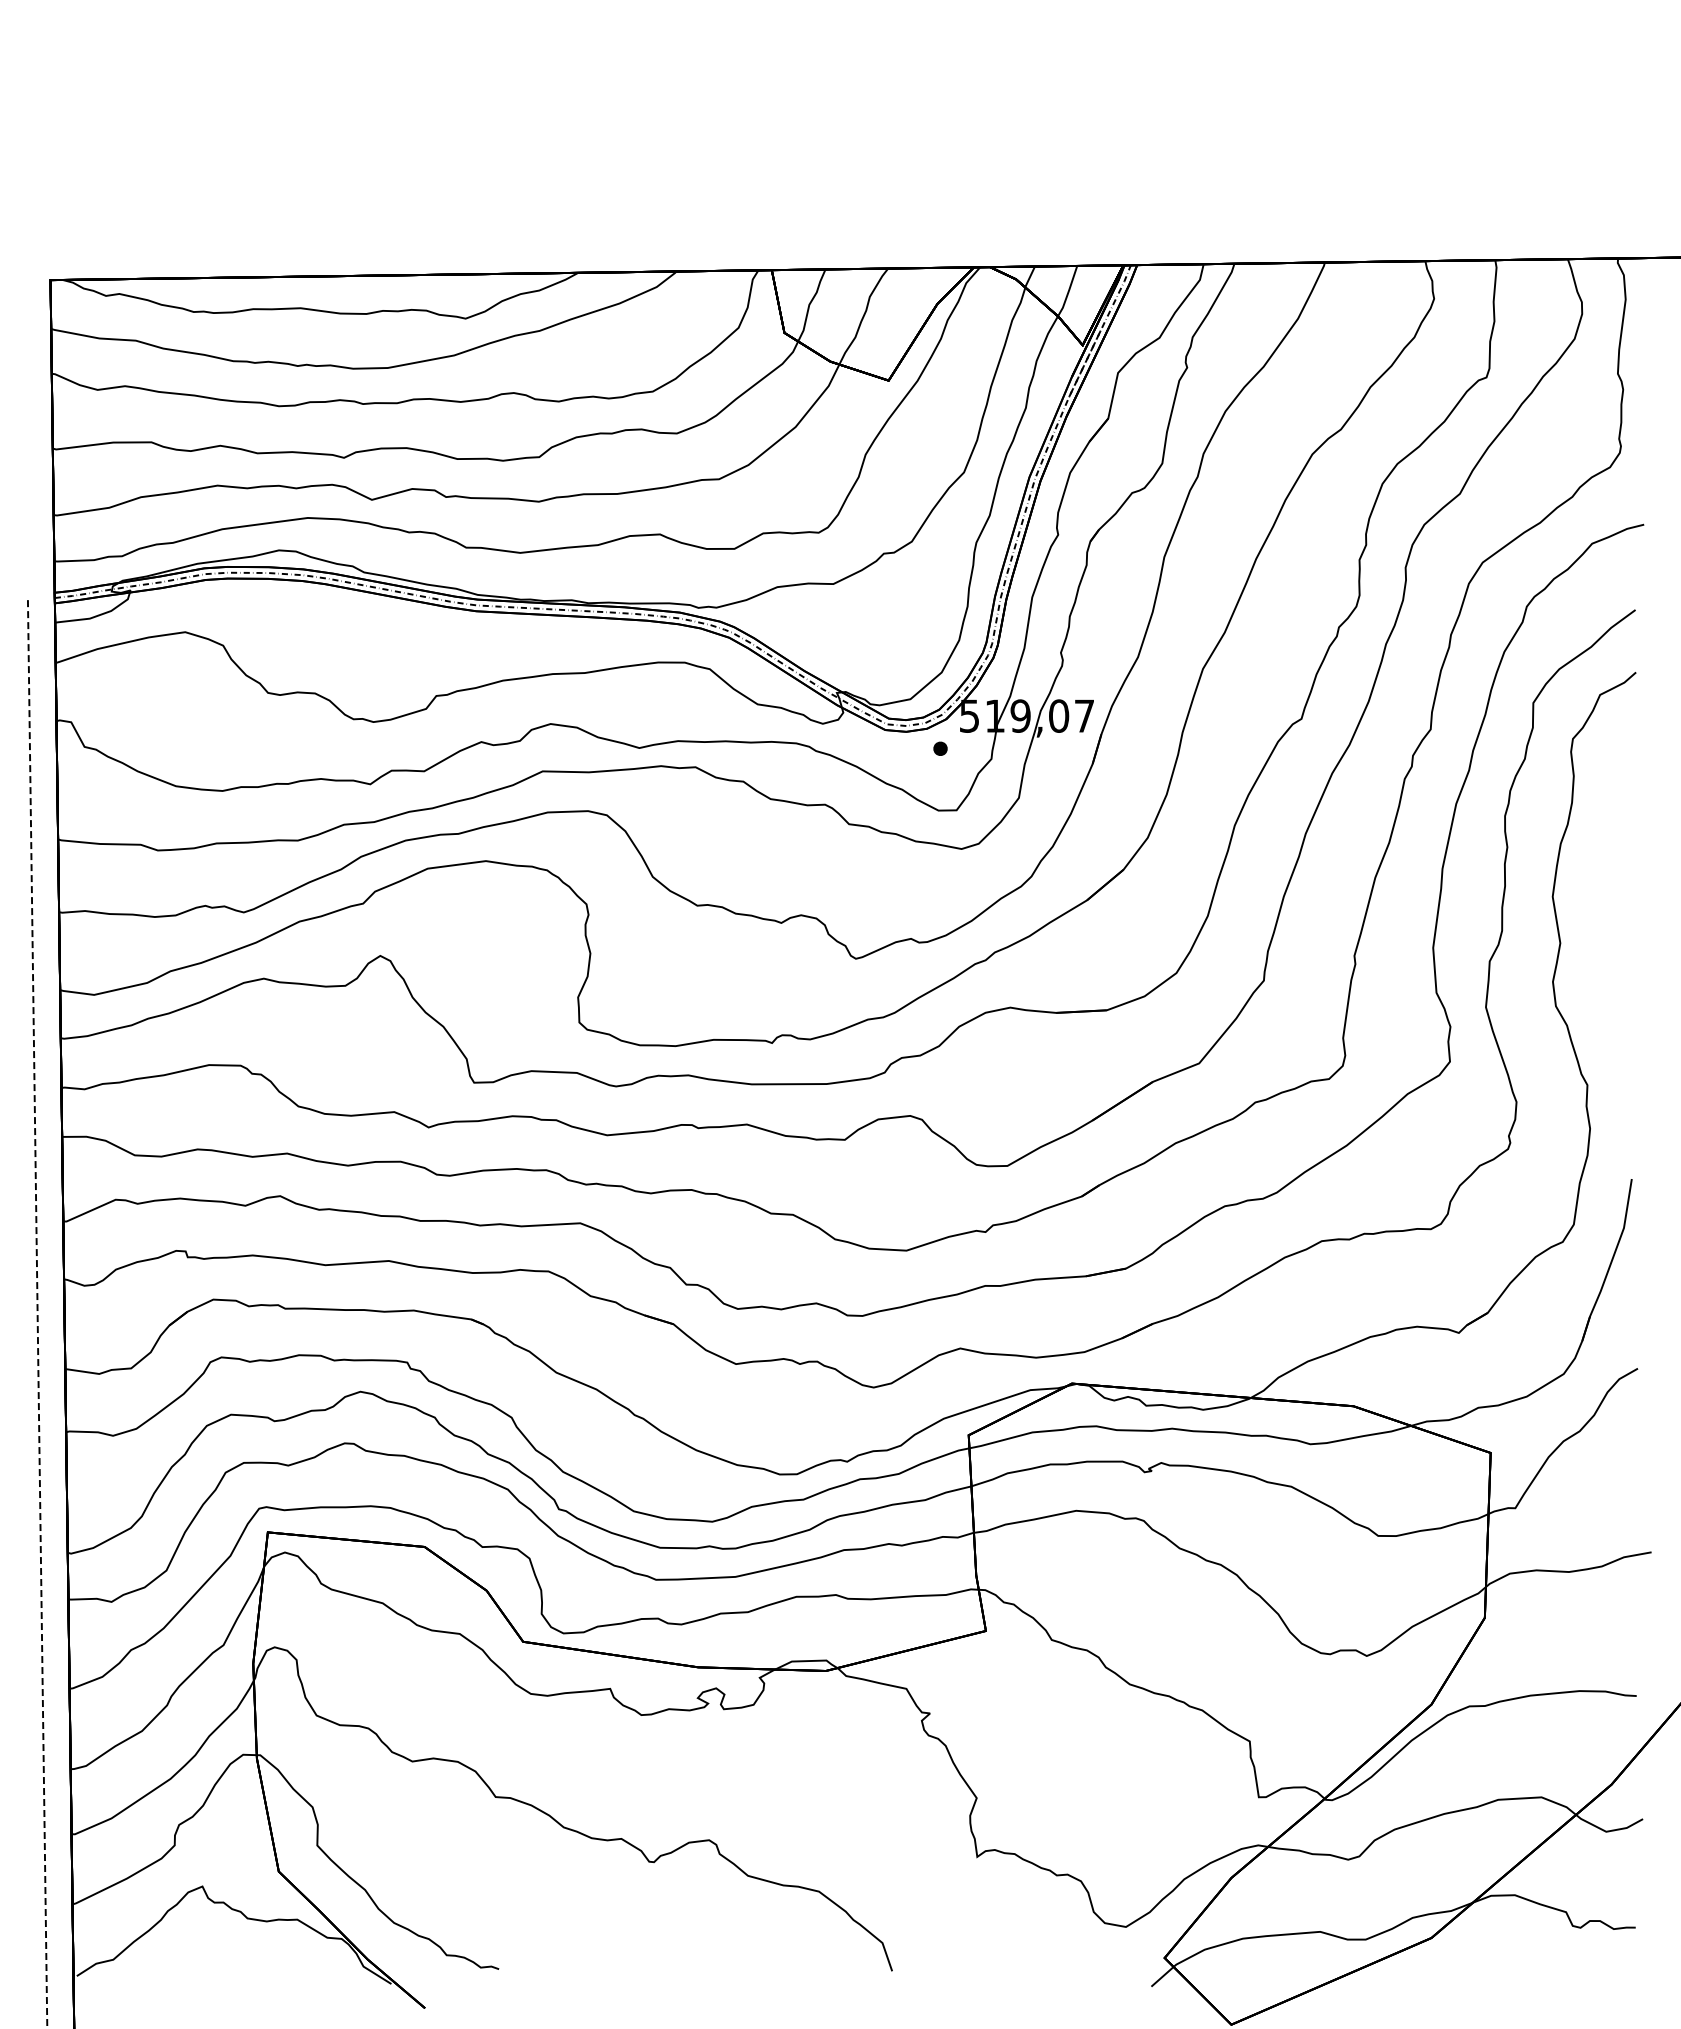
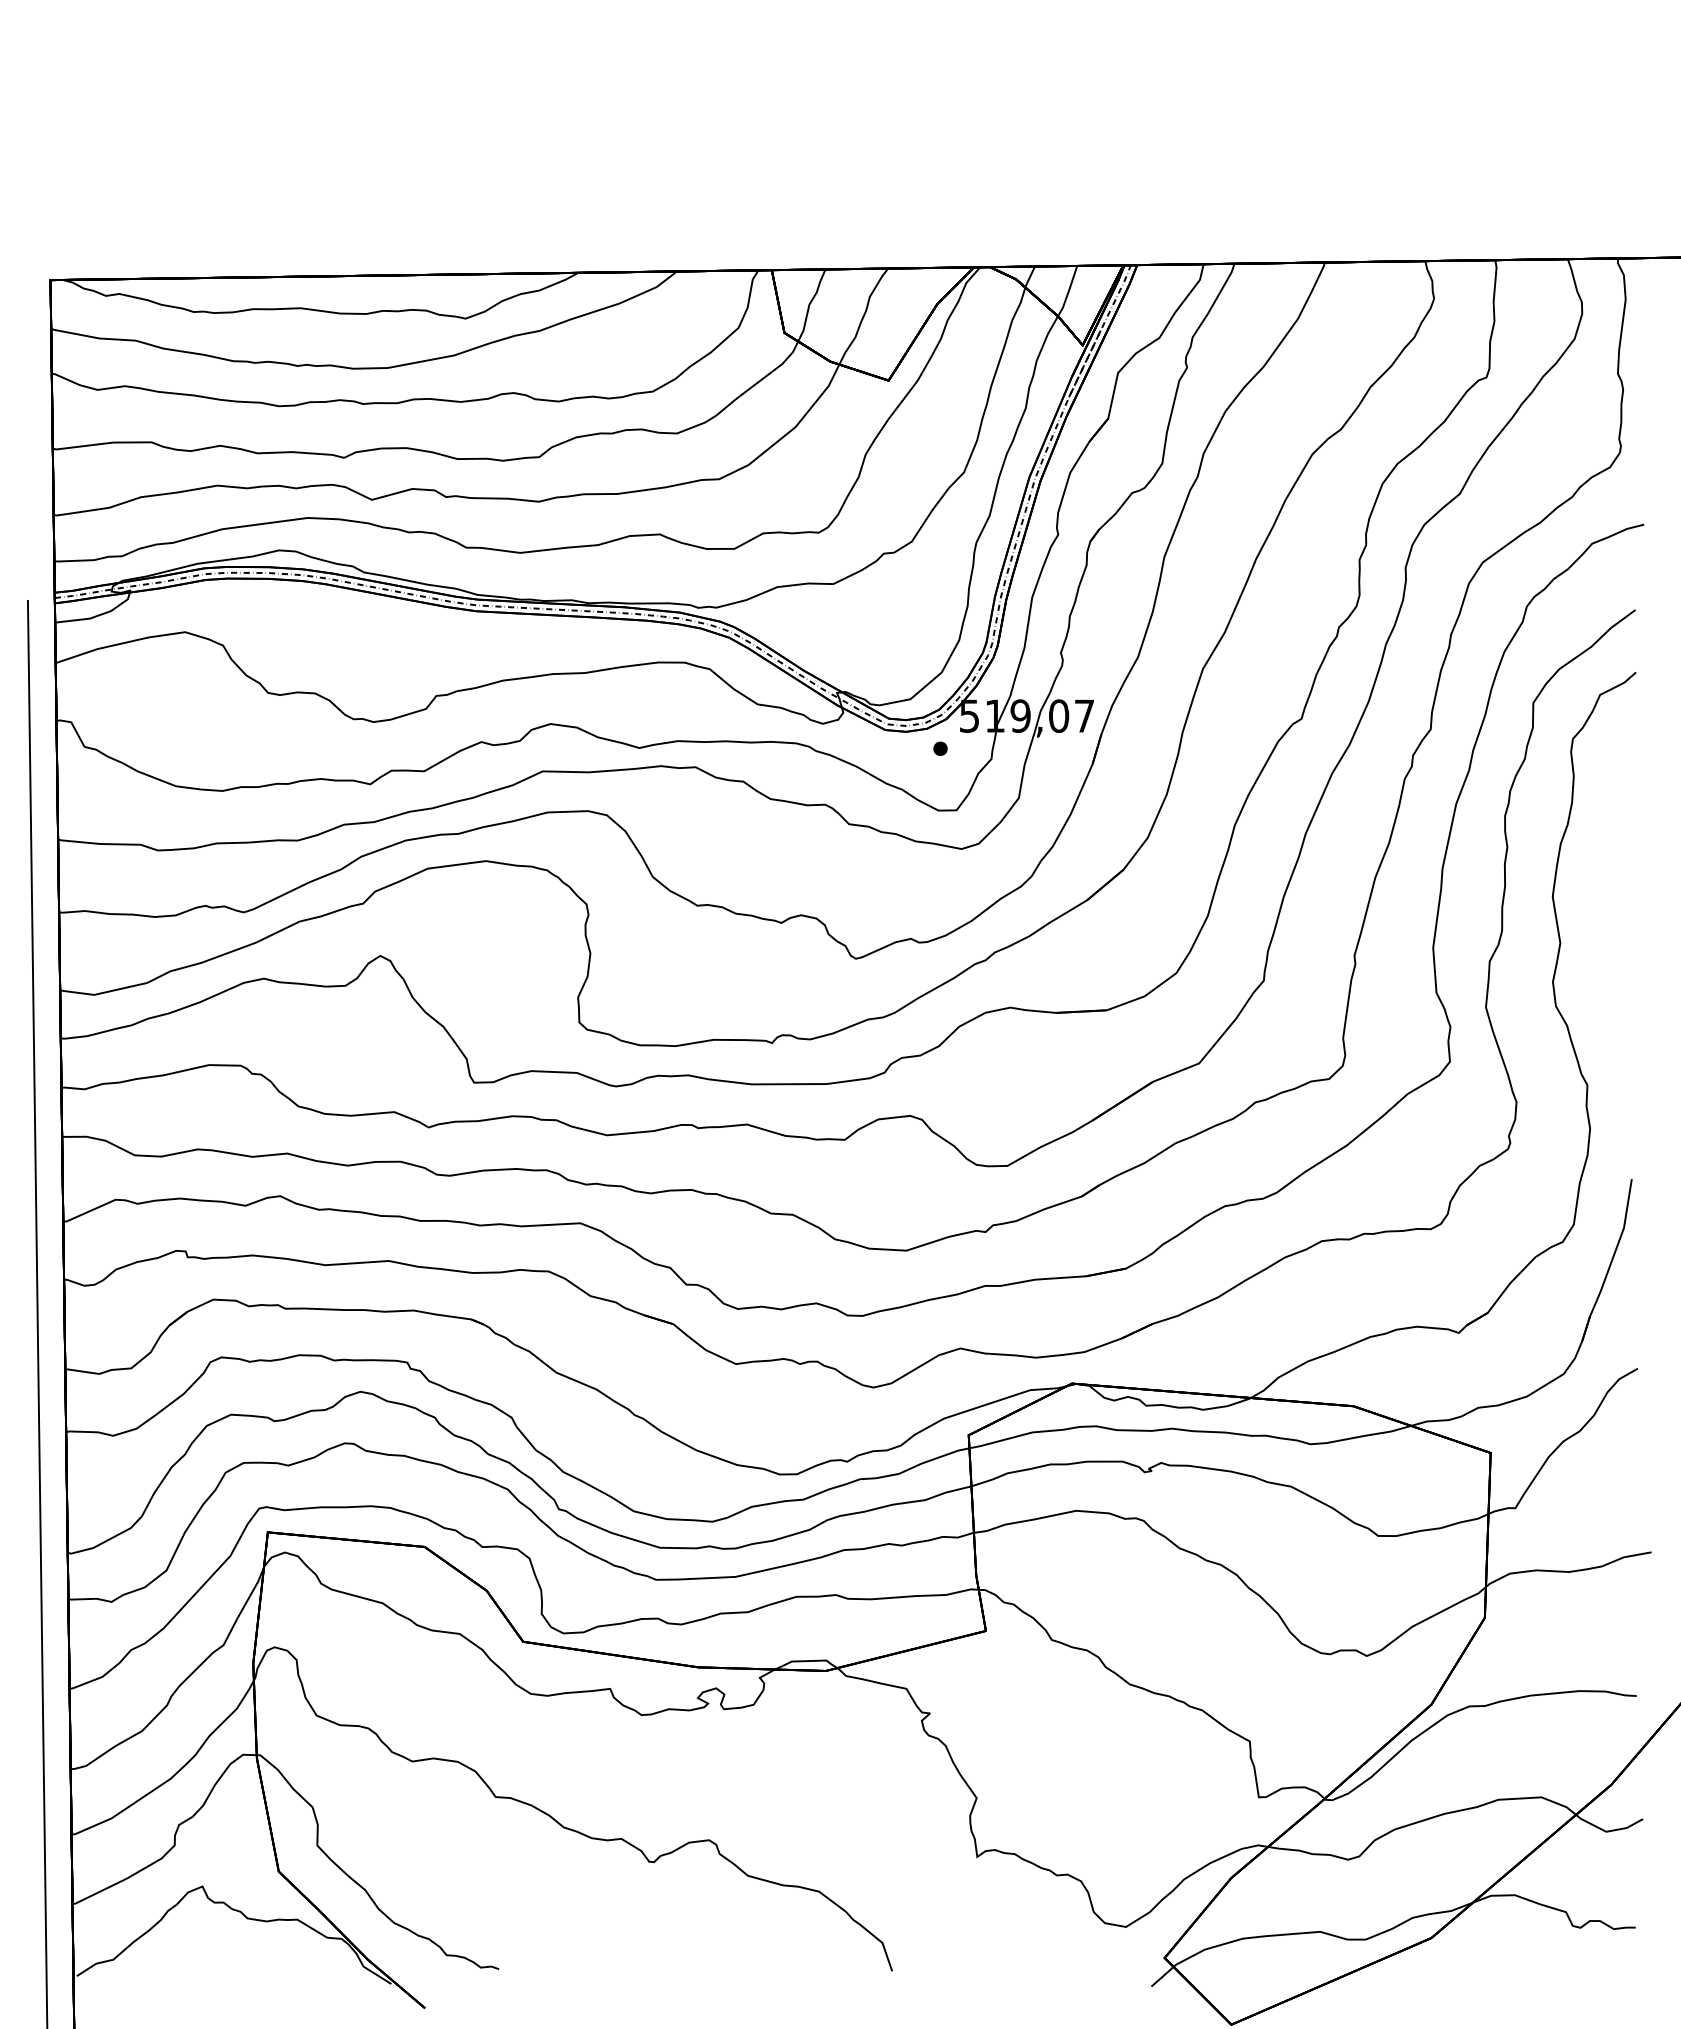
line at (37, 1313): dashed -> solid
